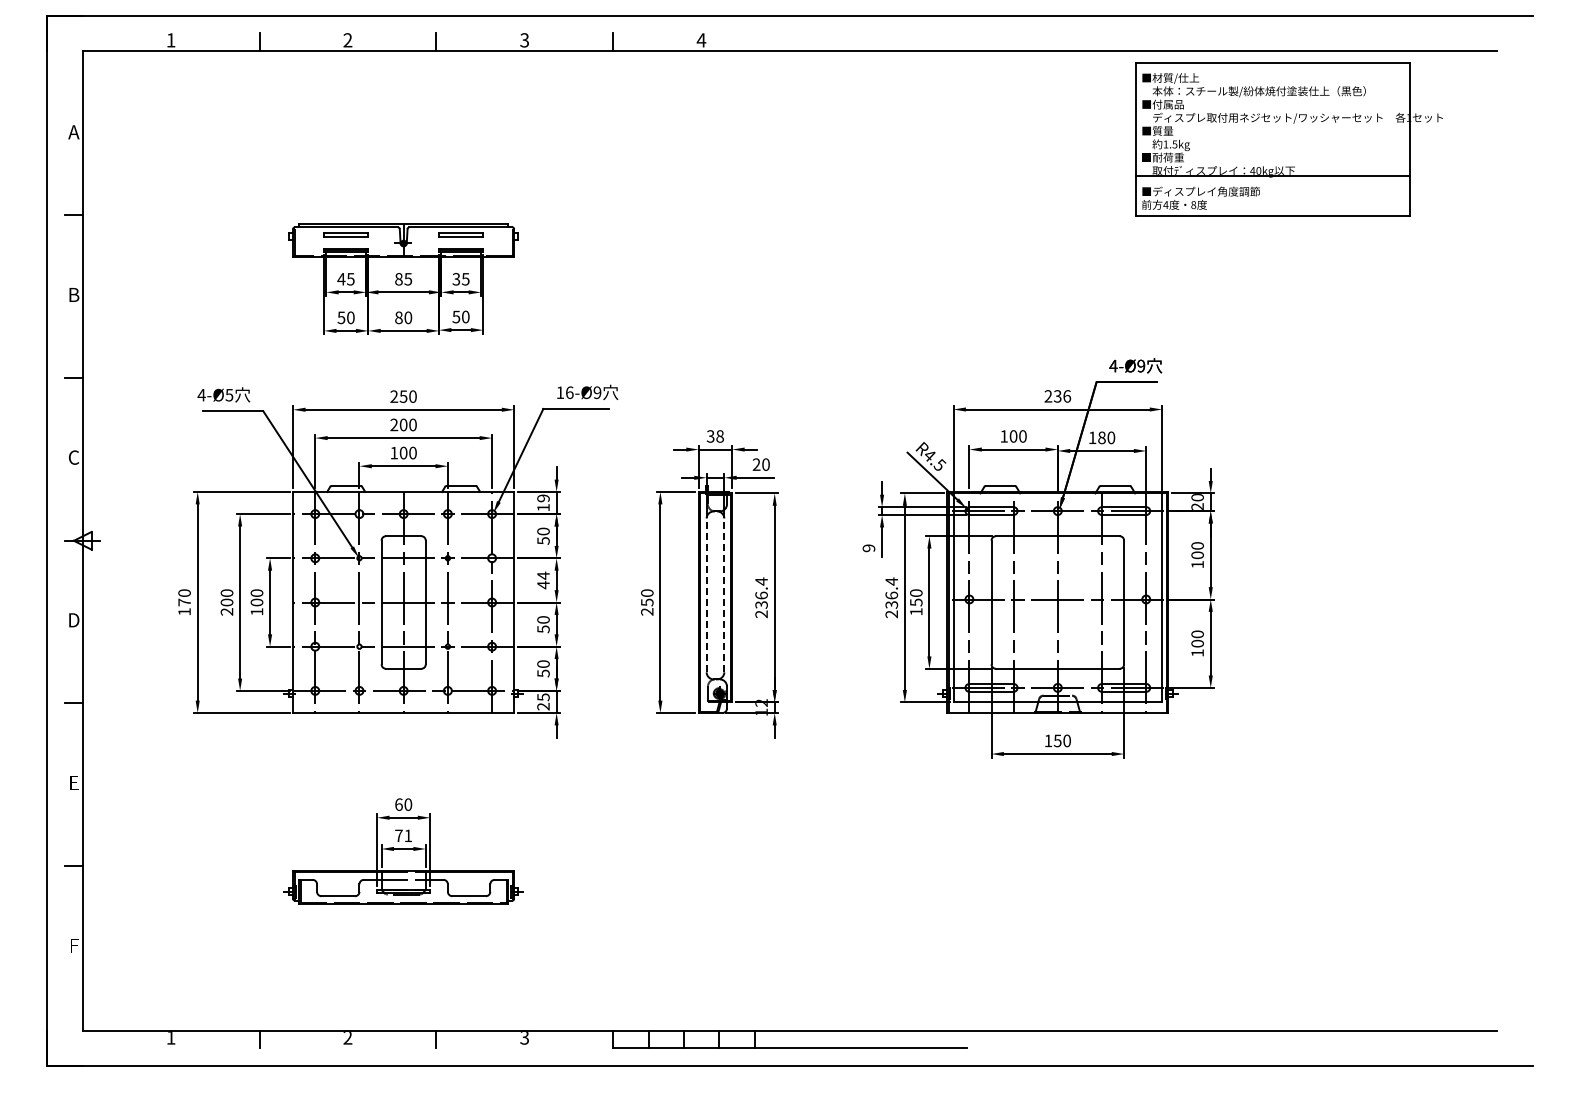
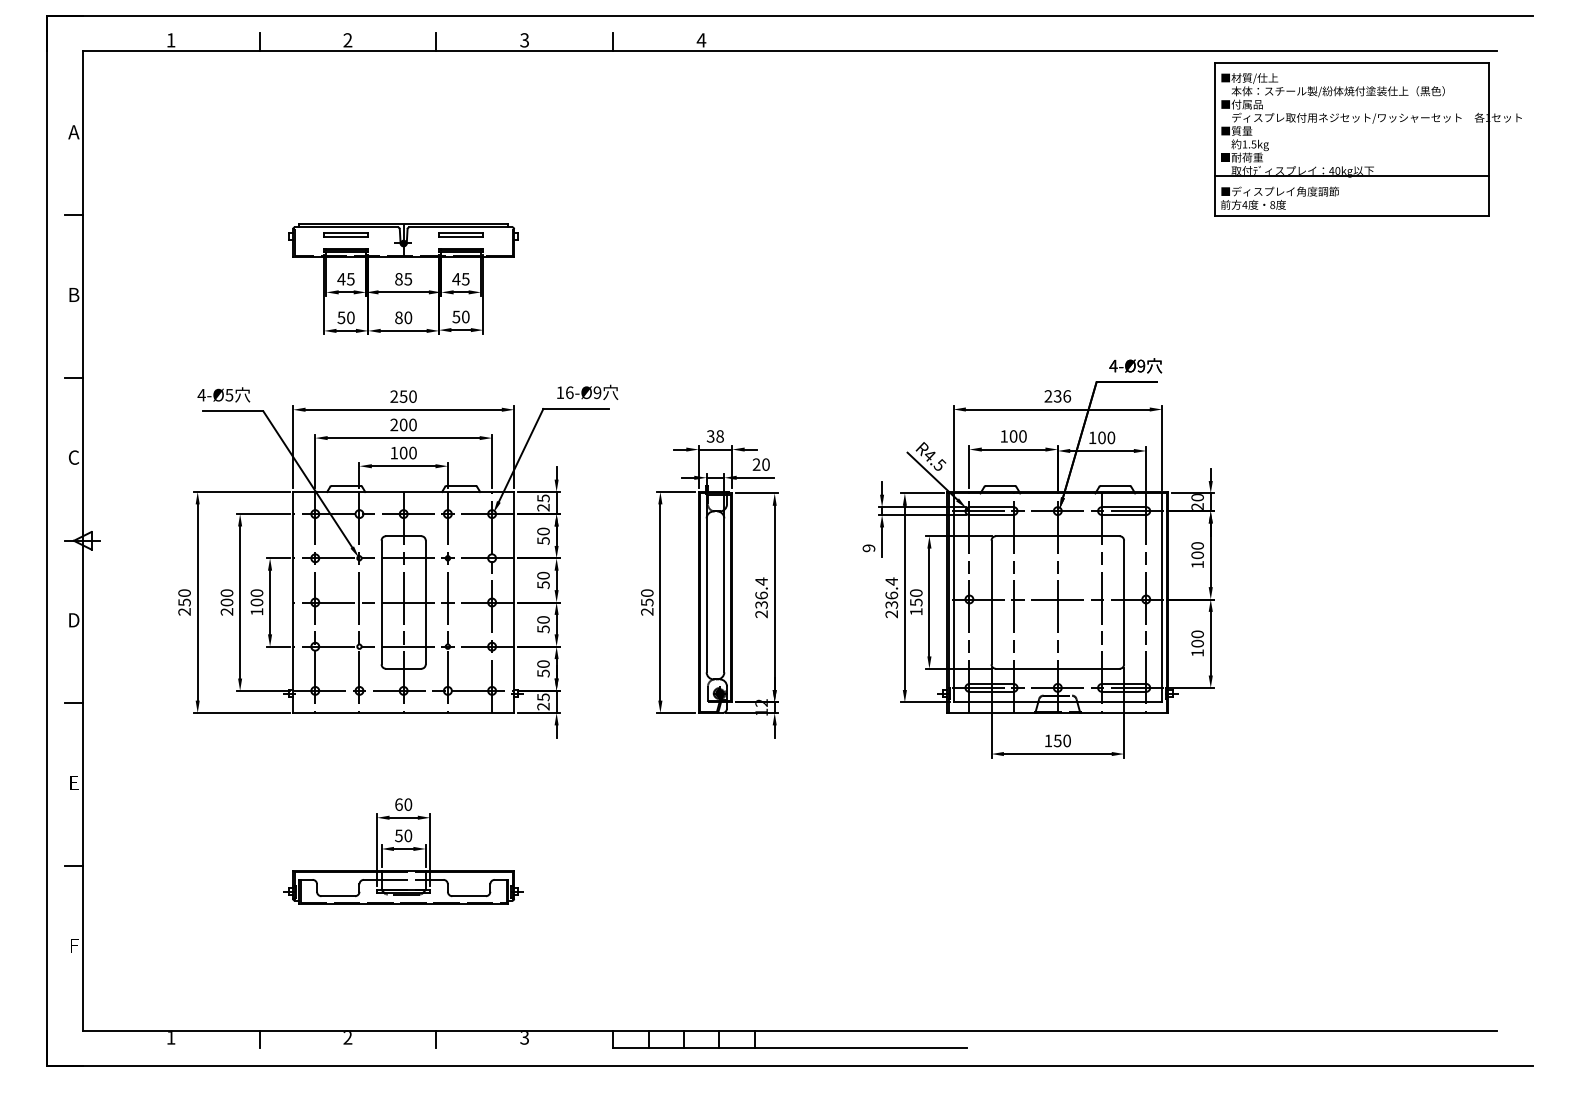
part at (1288, 139) position: (1288, 139) -> (1367, 139)
text at (456, 279): 35 -> 45
text at (1101, 437): 180 -> 100
text at (543, 502): 19 -> 25
text at (543, 580): 44 -> 50
line at (706, 595): dashed -> solid
line at (724, 595): dashed -> solid
text at (184, 606): 170 -> 250
text at (403, 835): 71 -> 50
